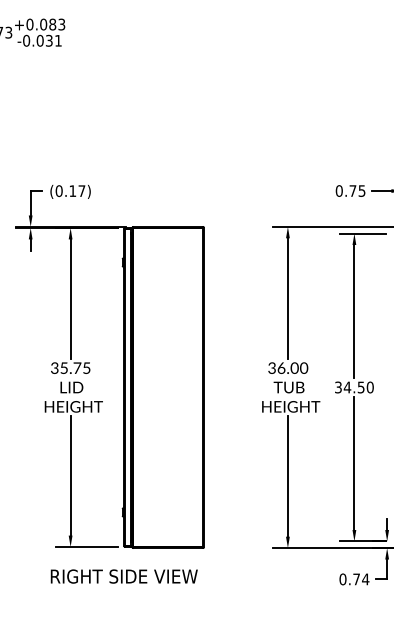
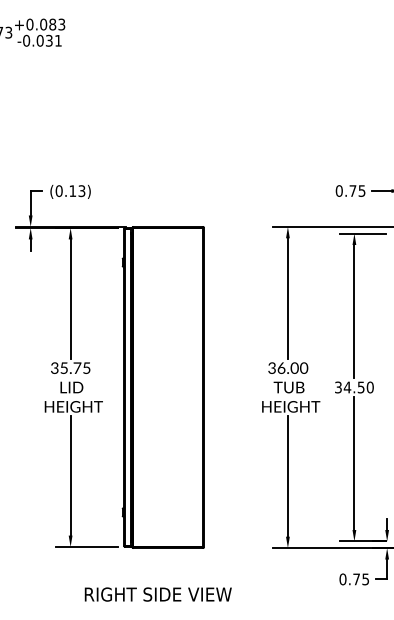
text at (81, 191): (0.17) -> (0.13)
text at (123, 576) position: (123, 576) -> (157, 594)
text at (365, 579): 0.74 -> 0.75
